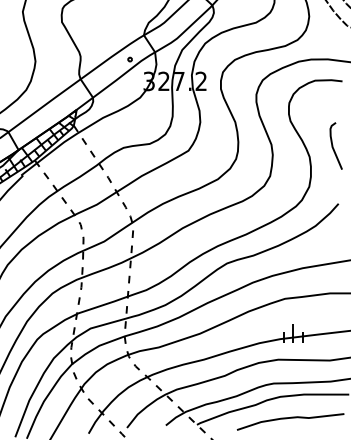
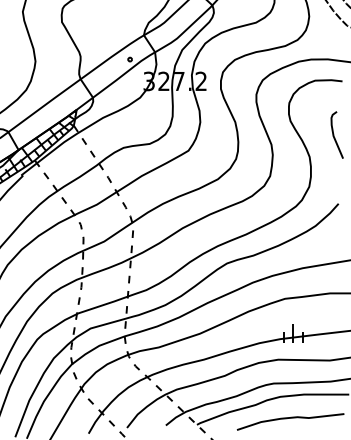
curve at (333, 145) position: (333, 145) -> (334, 134)
